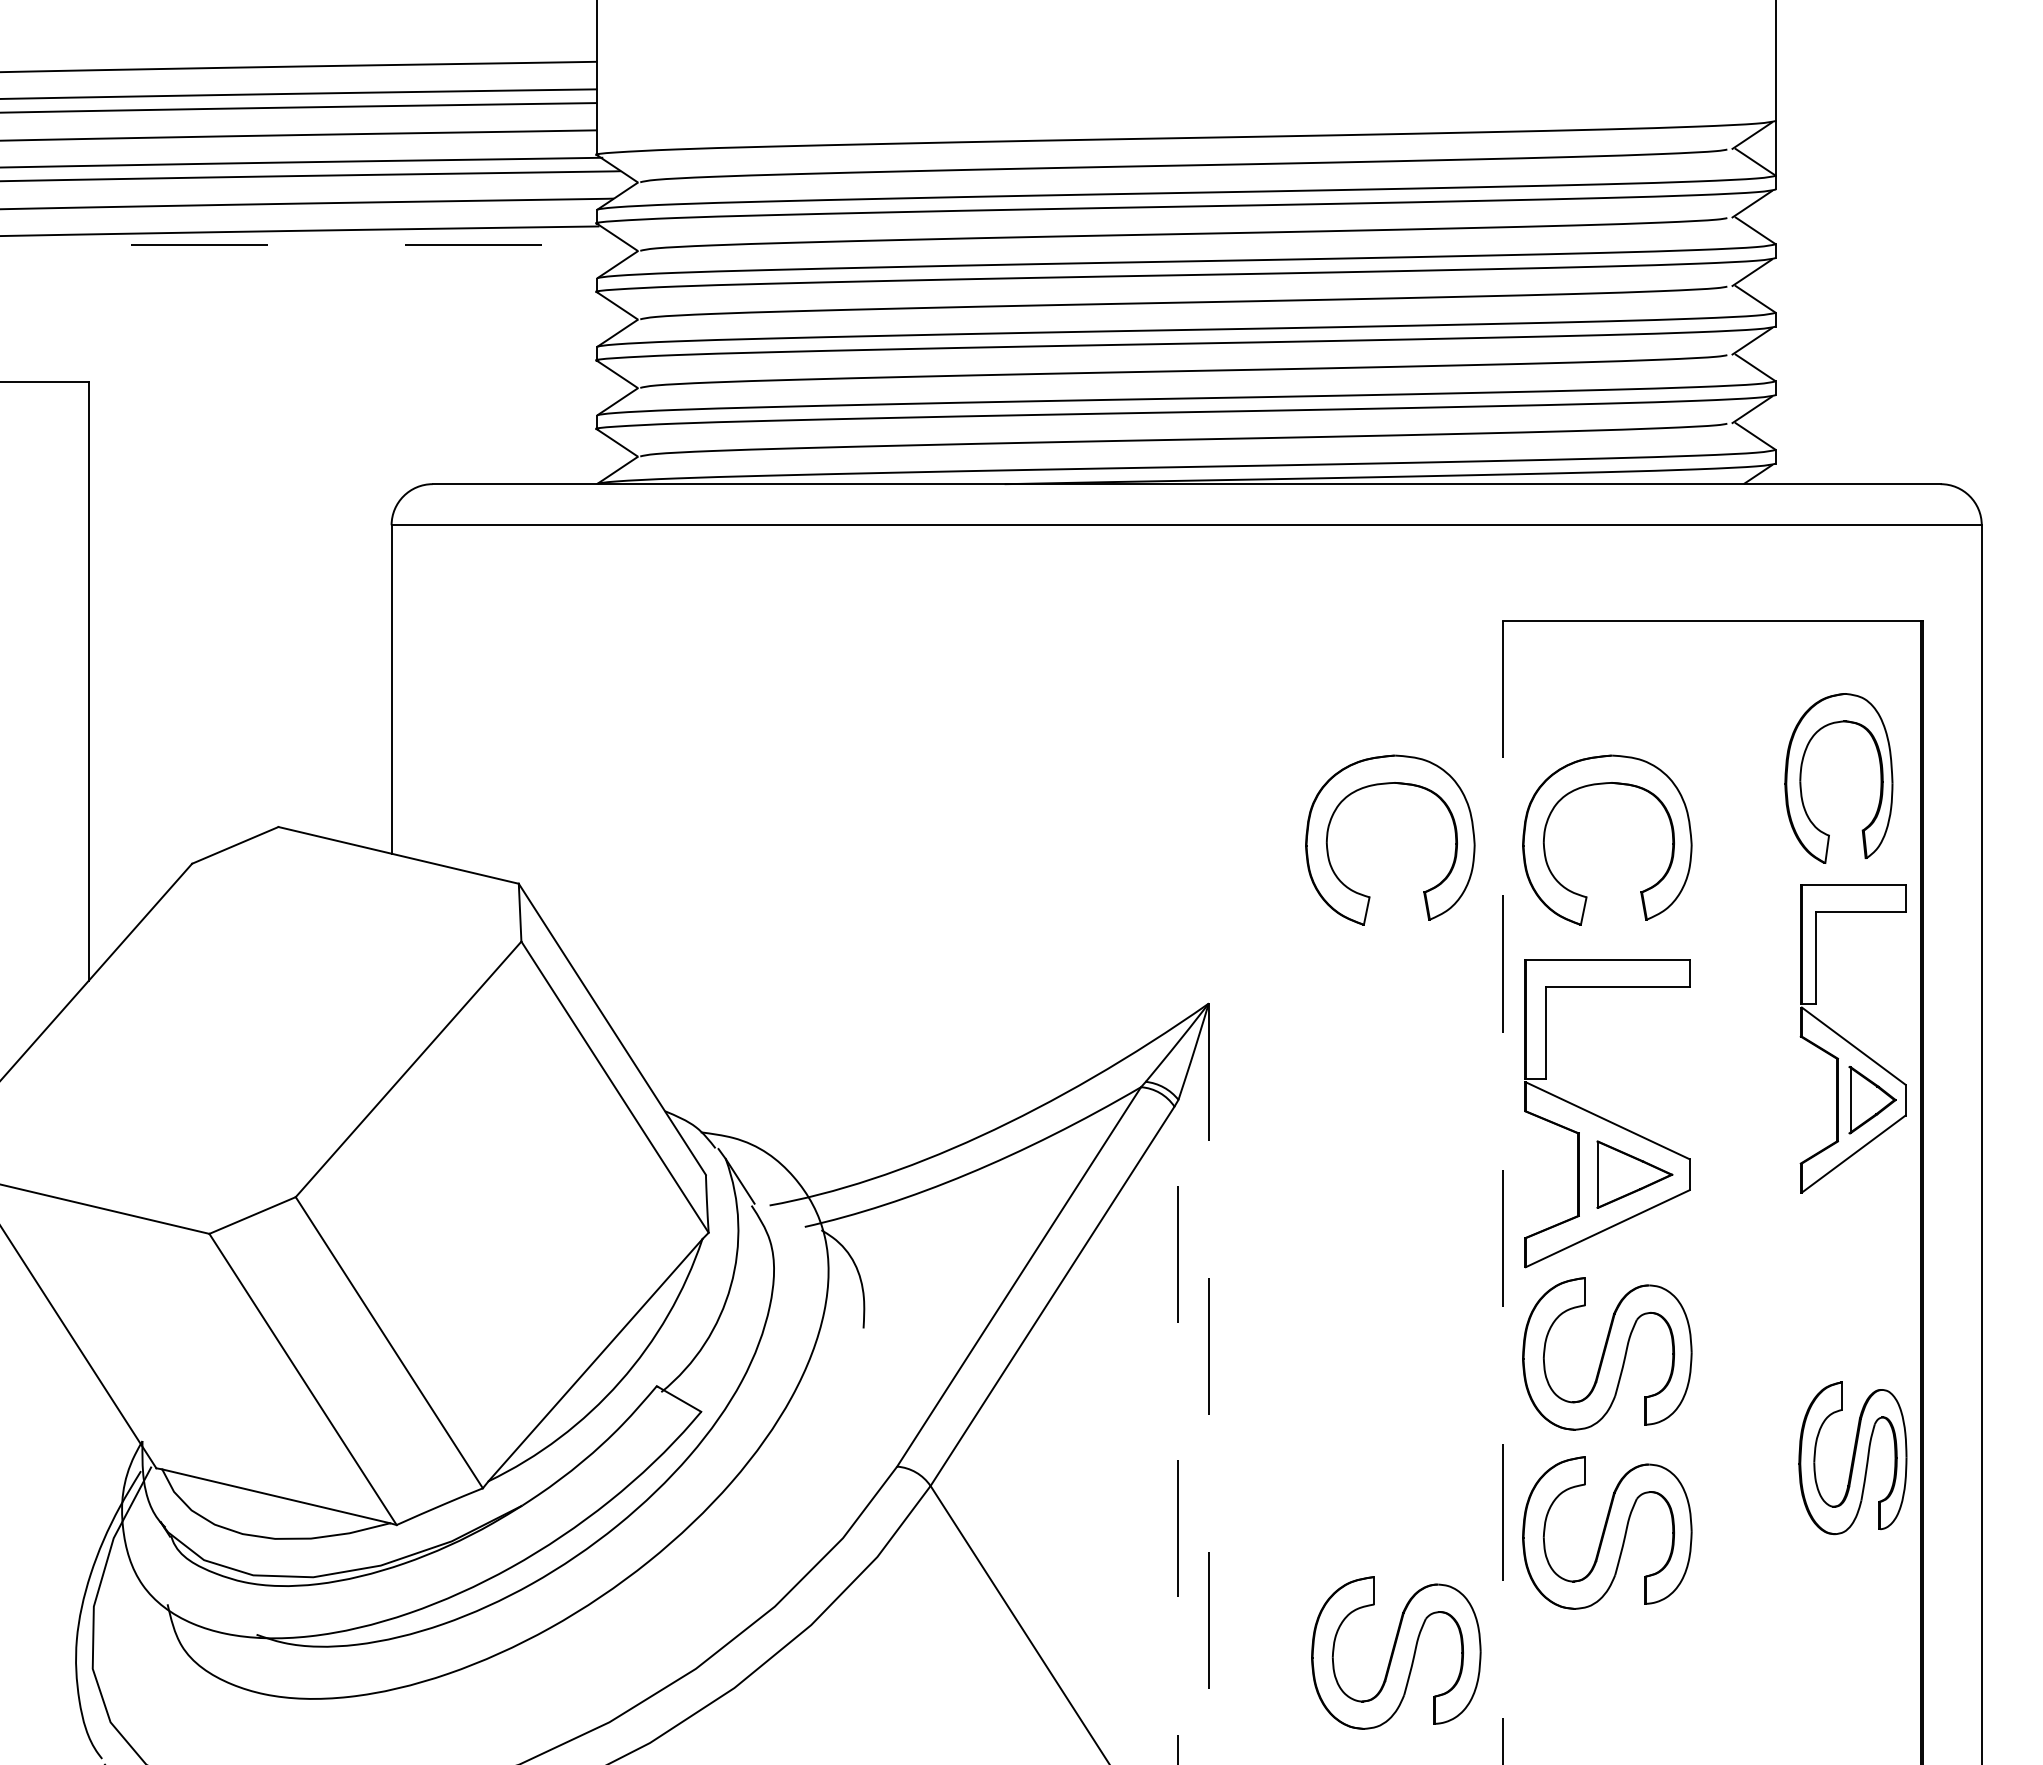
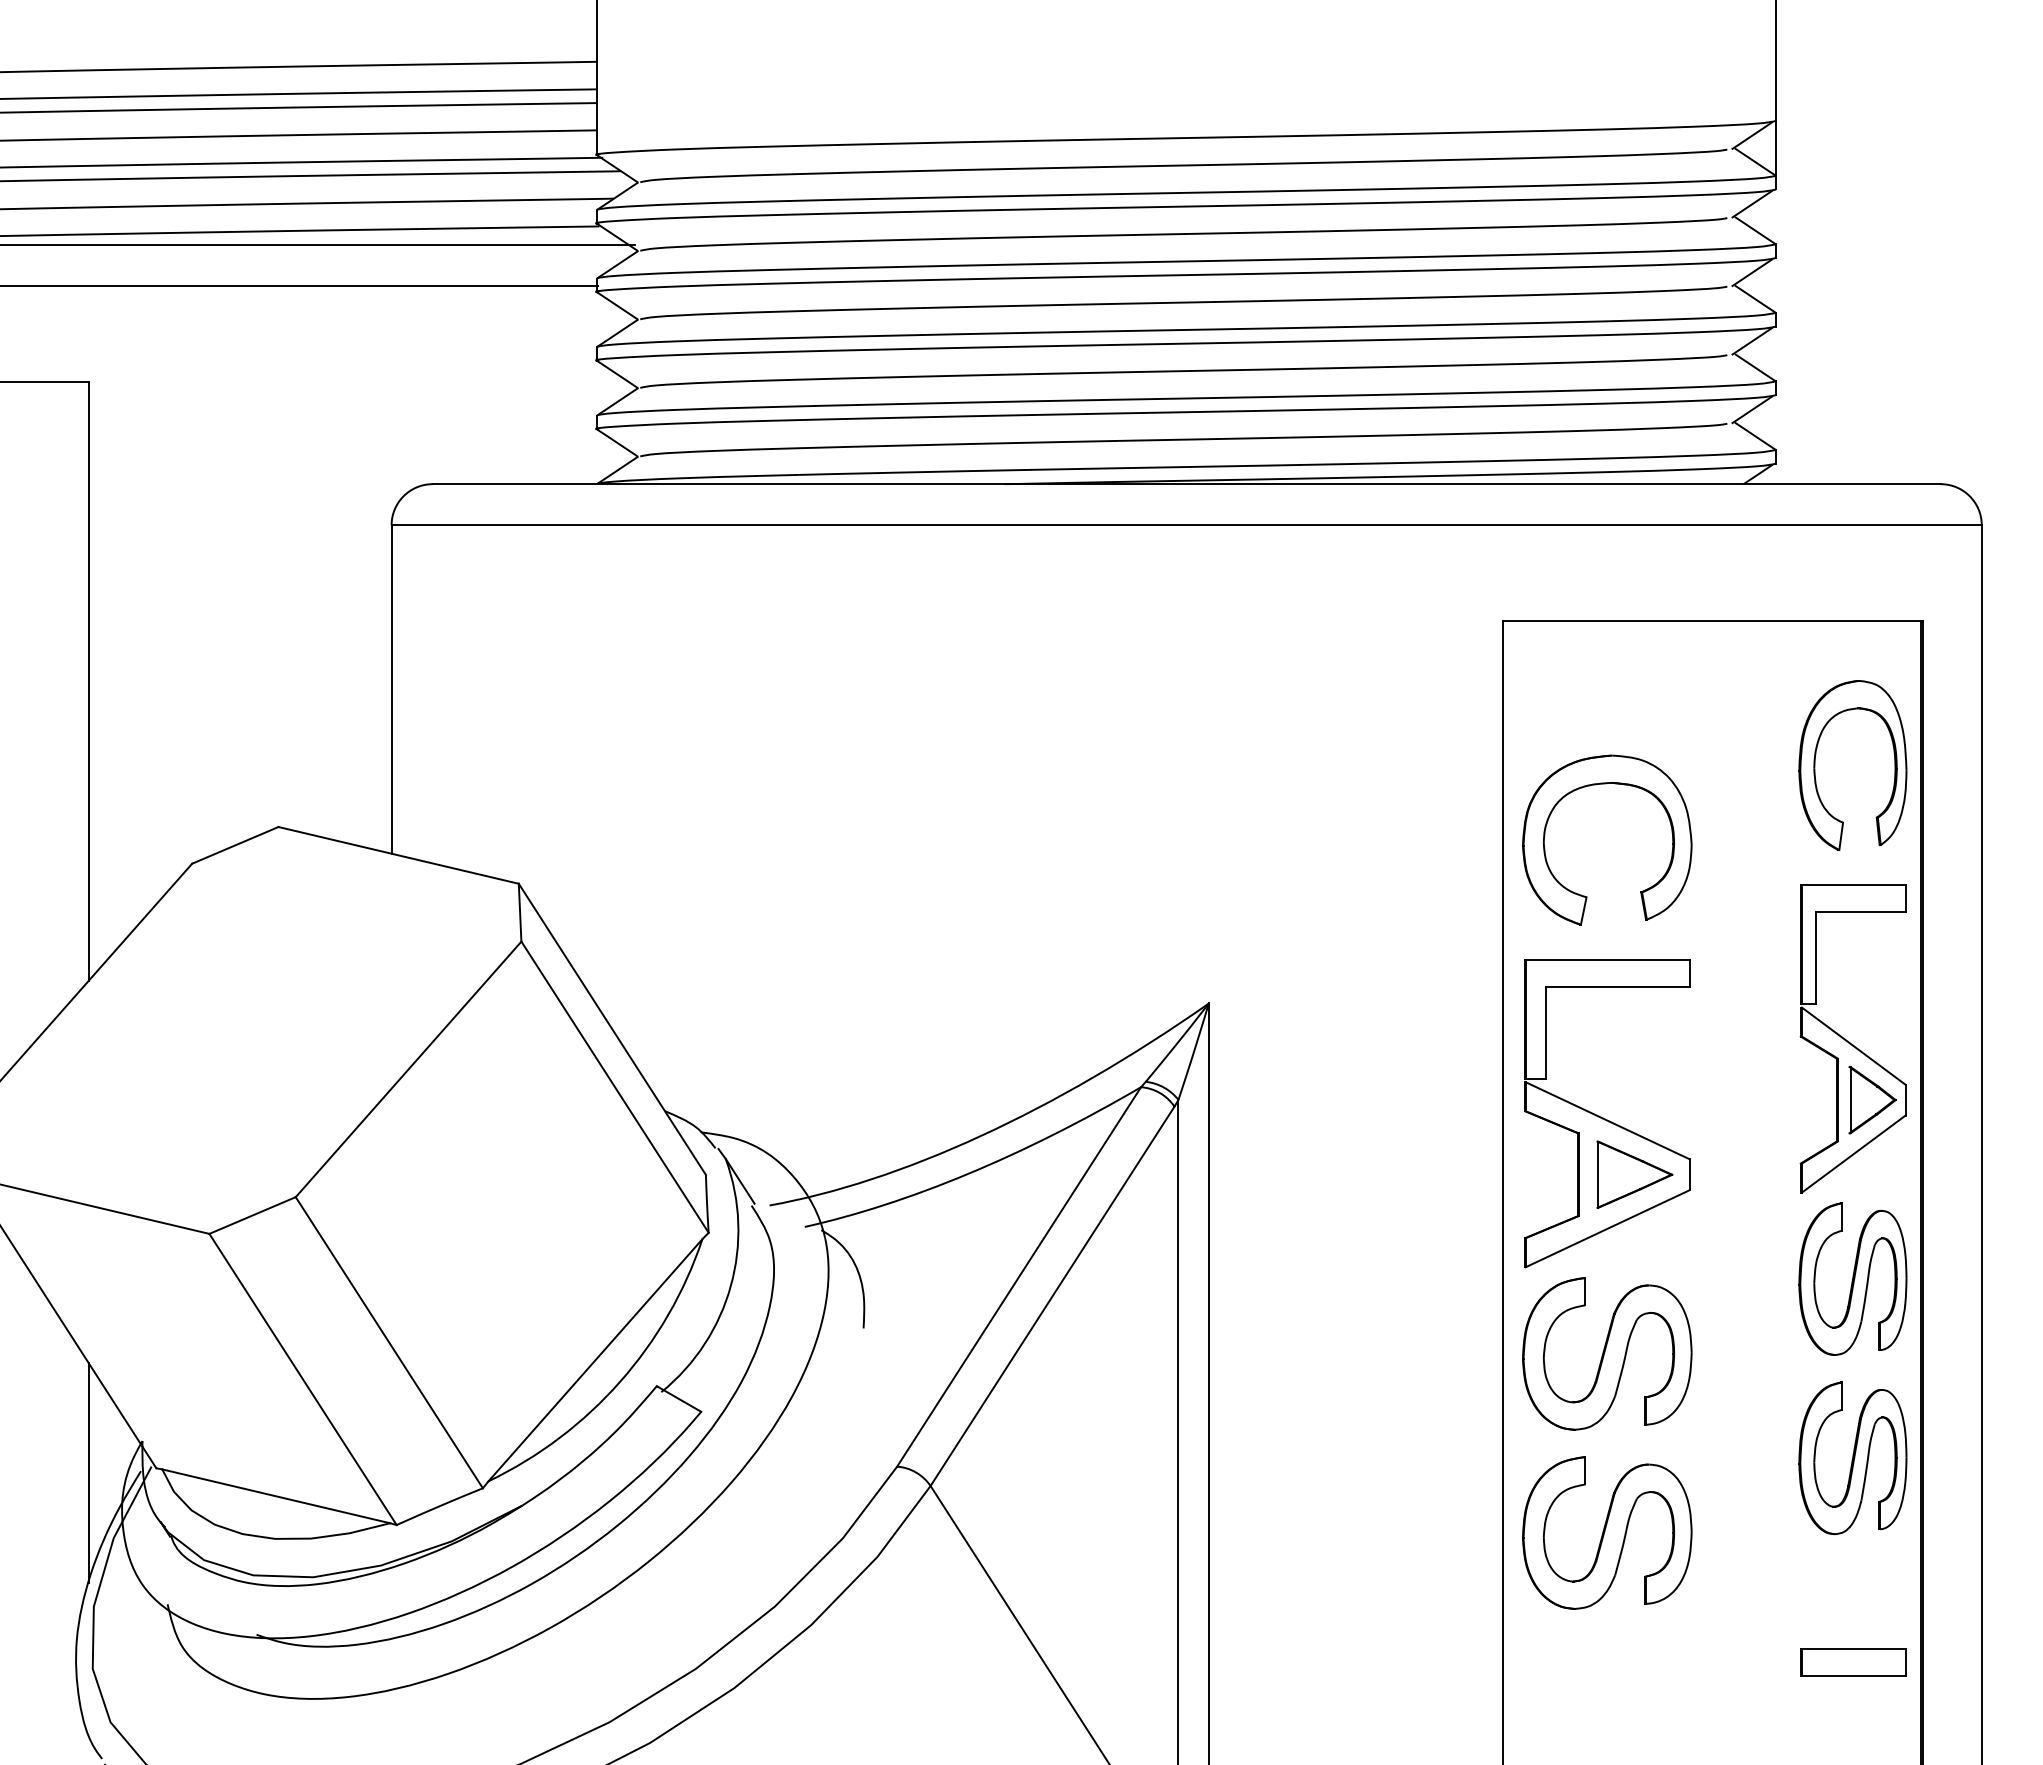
line at (318, 244): dashed -> solid
line at (300, 286): none -> present
part at (1801, 778) position: (1801, 778) -> (1815, 765)
part at (1389, 784): present -> none
line at (1502, 1193): dashed -> solid
part at (1852, 1278): none -> present
line at (1208, 1384): dashed -> solid
line at (1178, 1431): dashed -> solid
line at (88, 1473): none -> present
part at (1396, 1652): present -> none
part at (1853, 1662): none -> present
